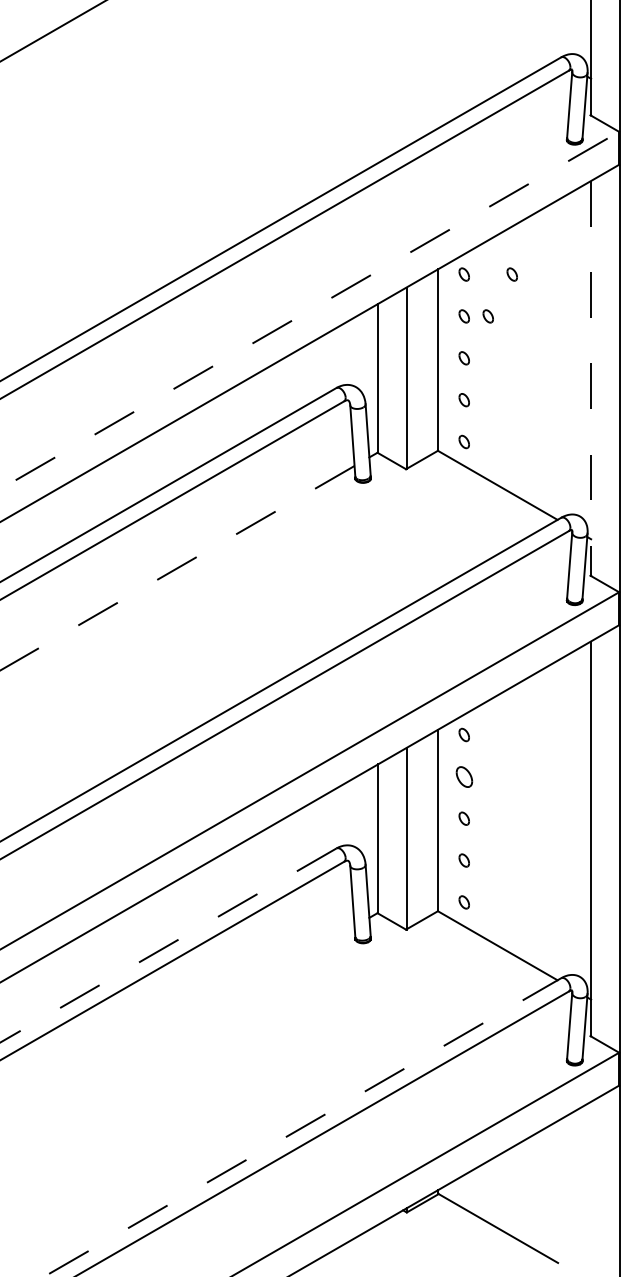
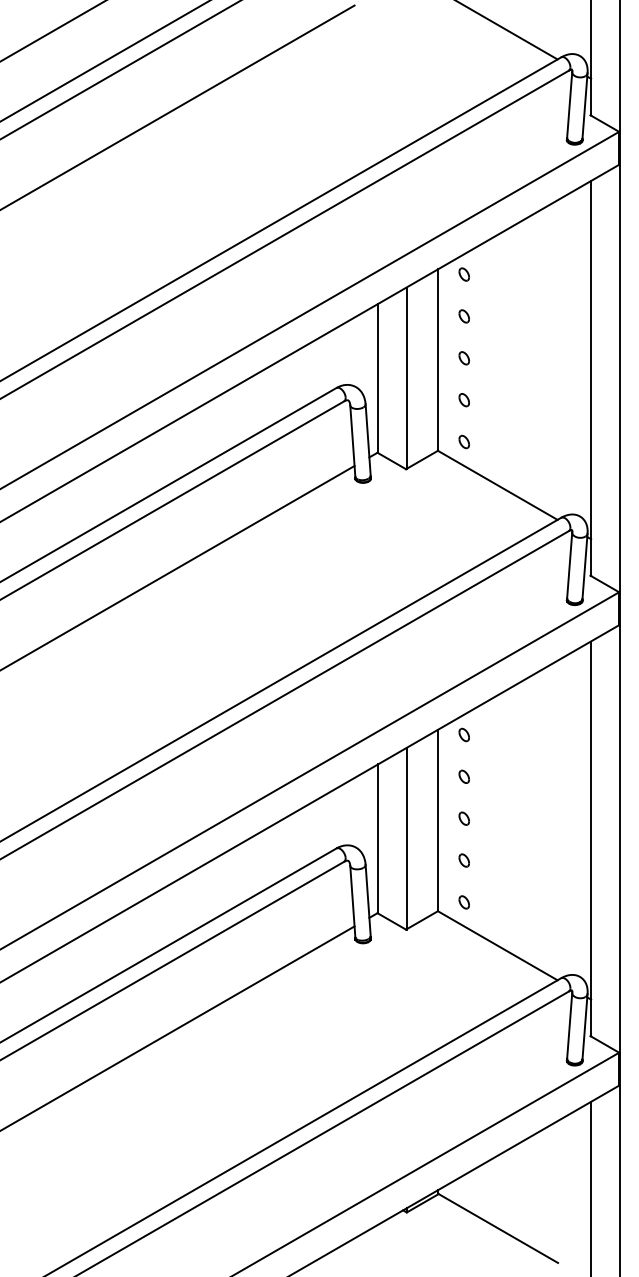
line at (507, 30): none -> present
line at (104, 61): none -> present
line at (120, 70): none -> present
line at (178, 106): none -> present
part at (511, 274): present -> none
line at (310, 310): dashed -> solid
part at (487, 316): present -> none
line at (591, 378): dashed -> solid
line at (177, 568): dashed -> solid
part at (464, 776) size: 19x22 px -> 12x15 px
line at (168, 945): dashed -> solid
line at (178, 1027): none -> present
line at (303, 1127): dashed -> solid
line at (591, 1187): none -> present
